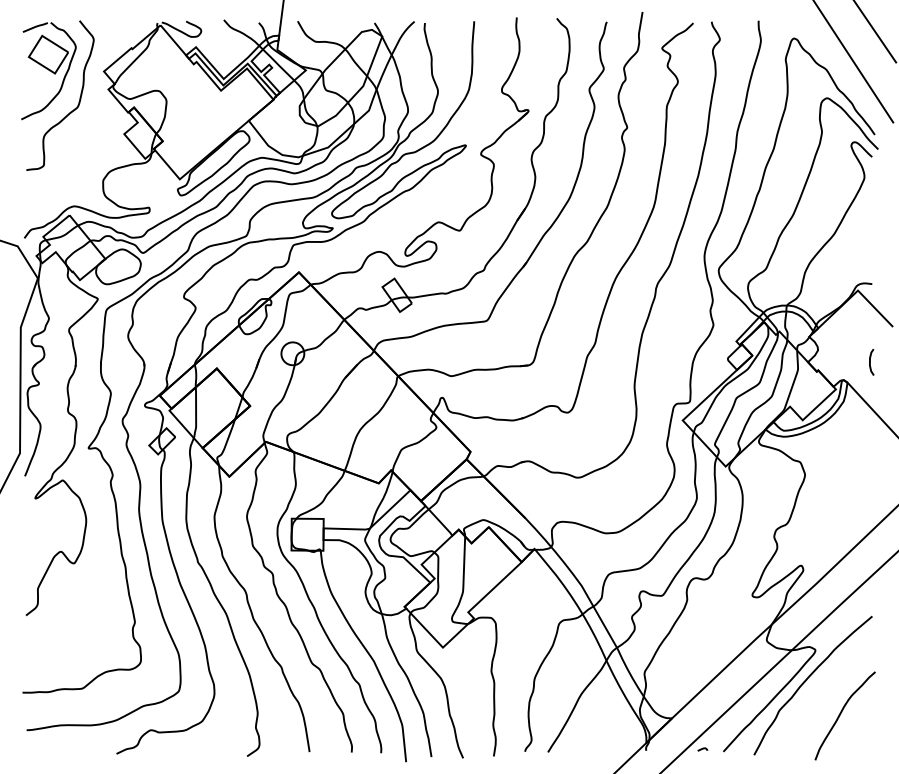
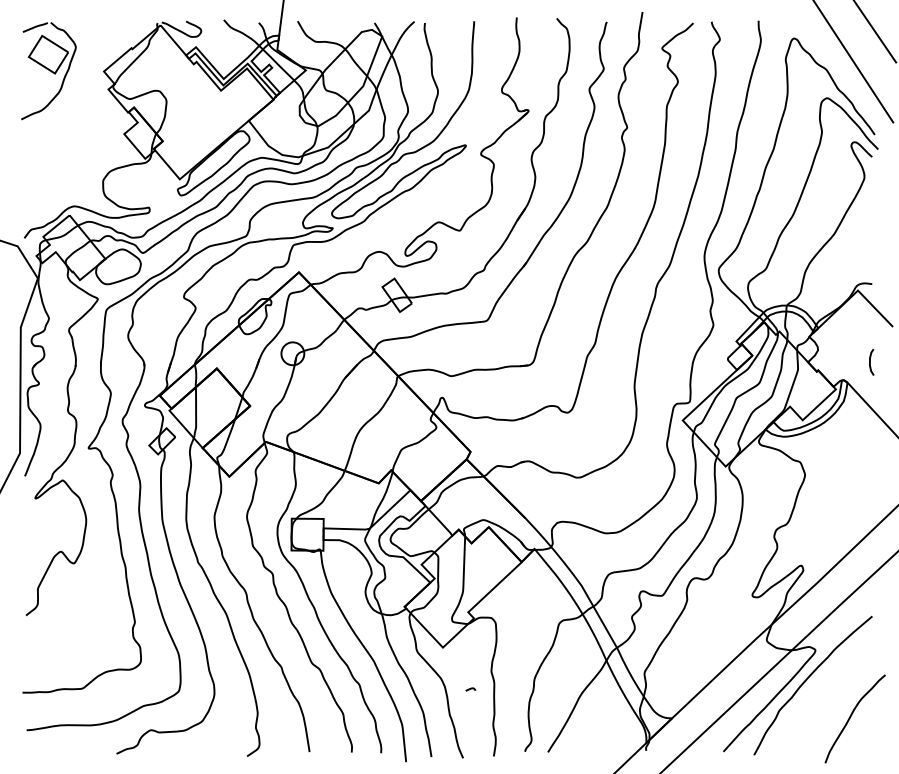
curve at (71, 110): present -> none
curve at (842, 712) position: (842, 712) -> (852, 715)
curve at (702, 749) position: (702, 749) -> (470, 689)
